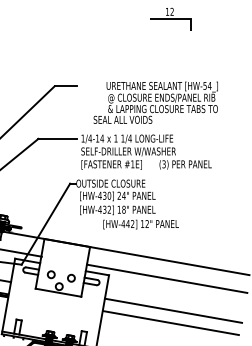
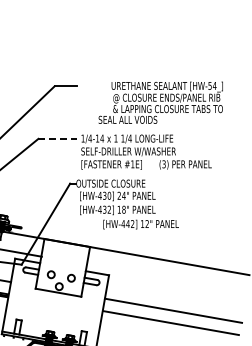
part at (170, 18): present -> none
text at (155, 102) position: (155, 102) -> (160, 102)
line at (58, 138): solid -> dashed
line at (166, 278): present -> none
